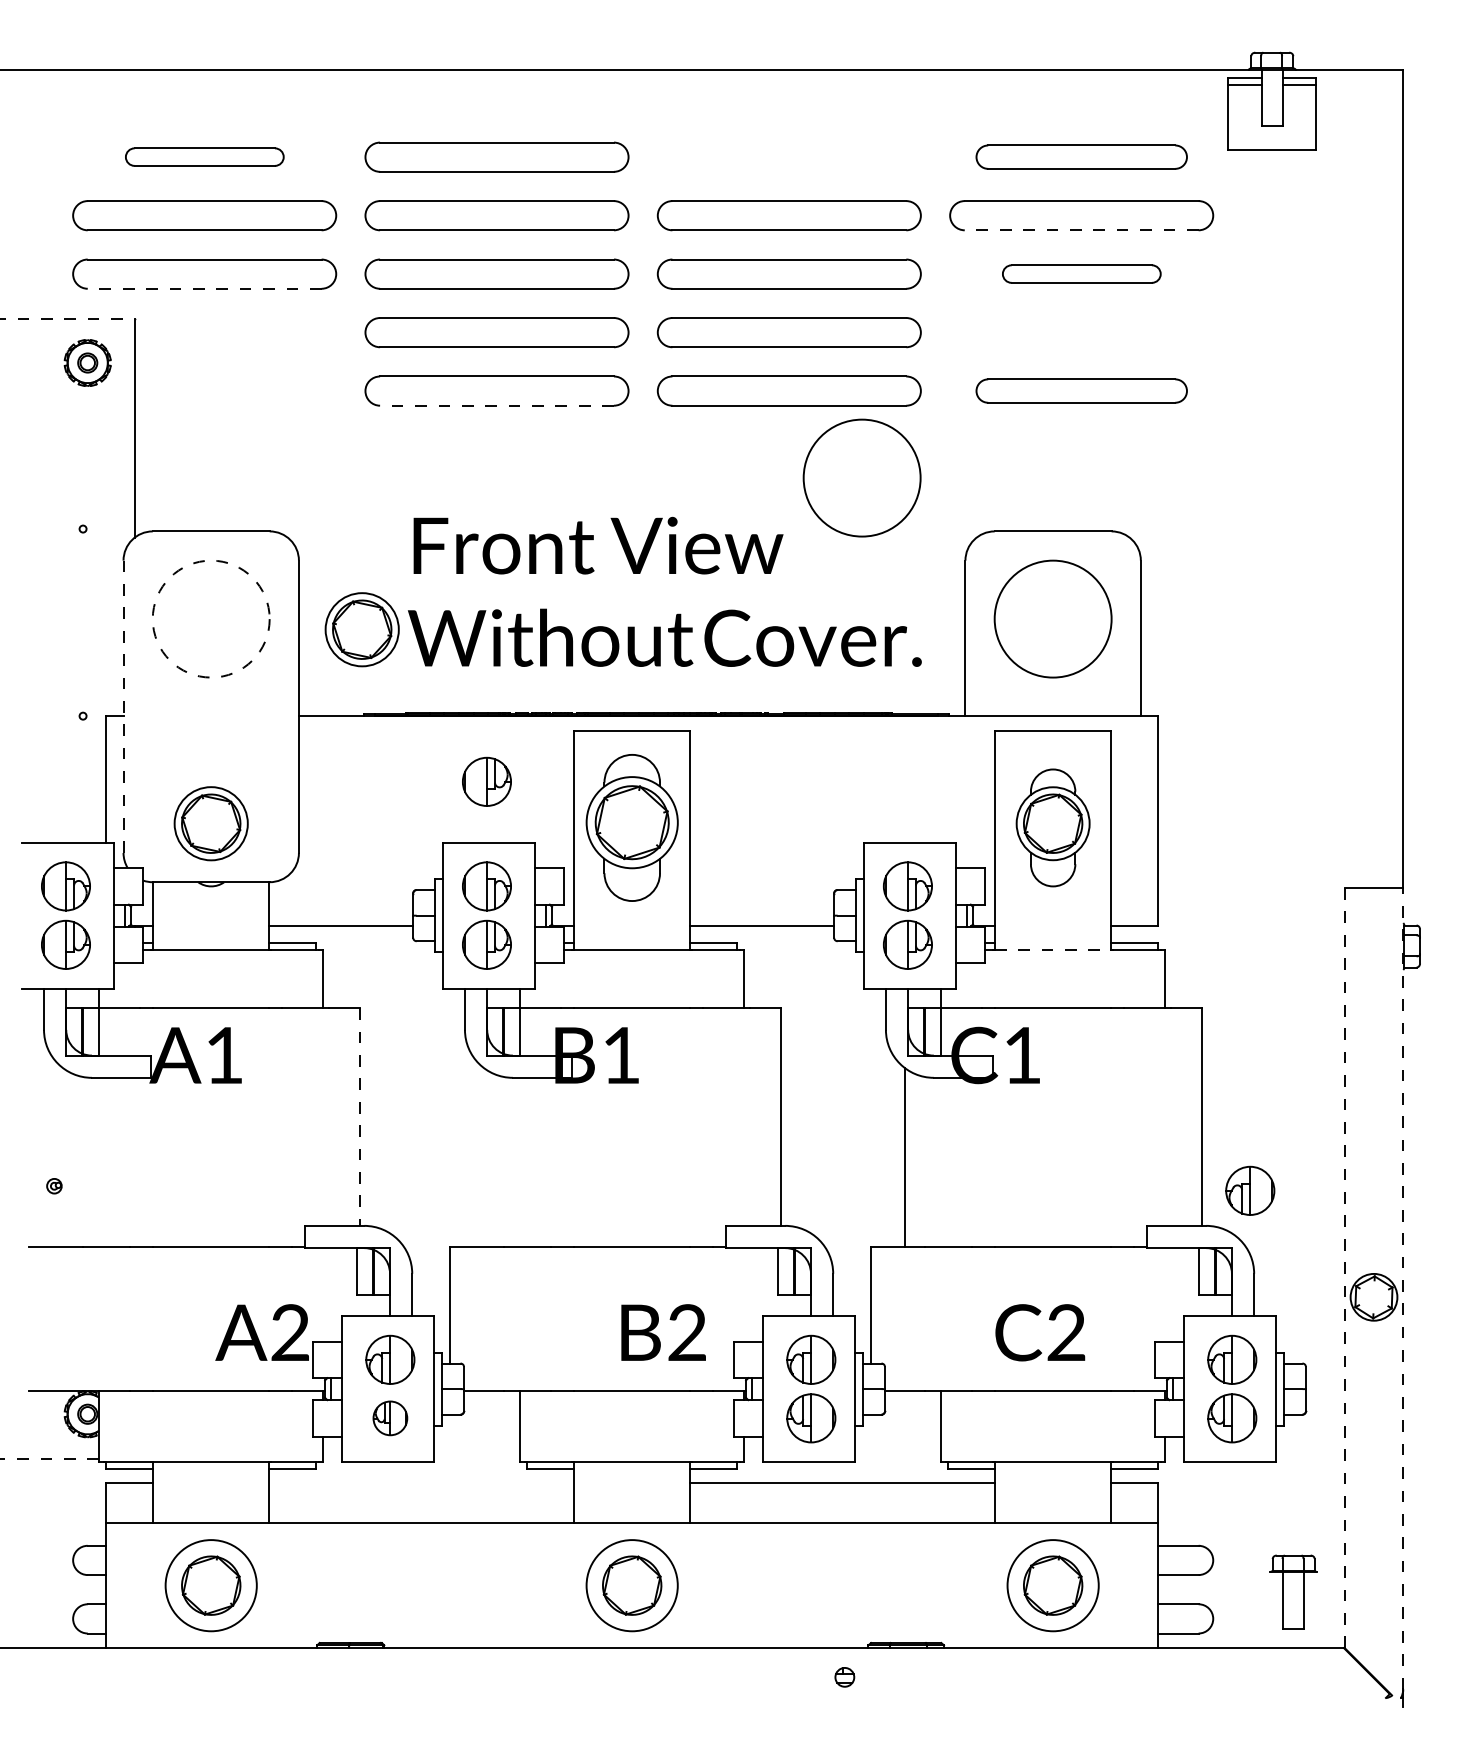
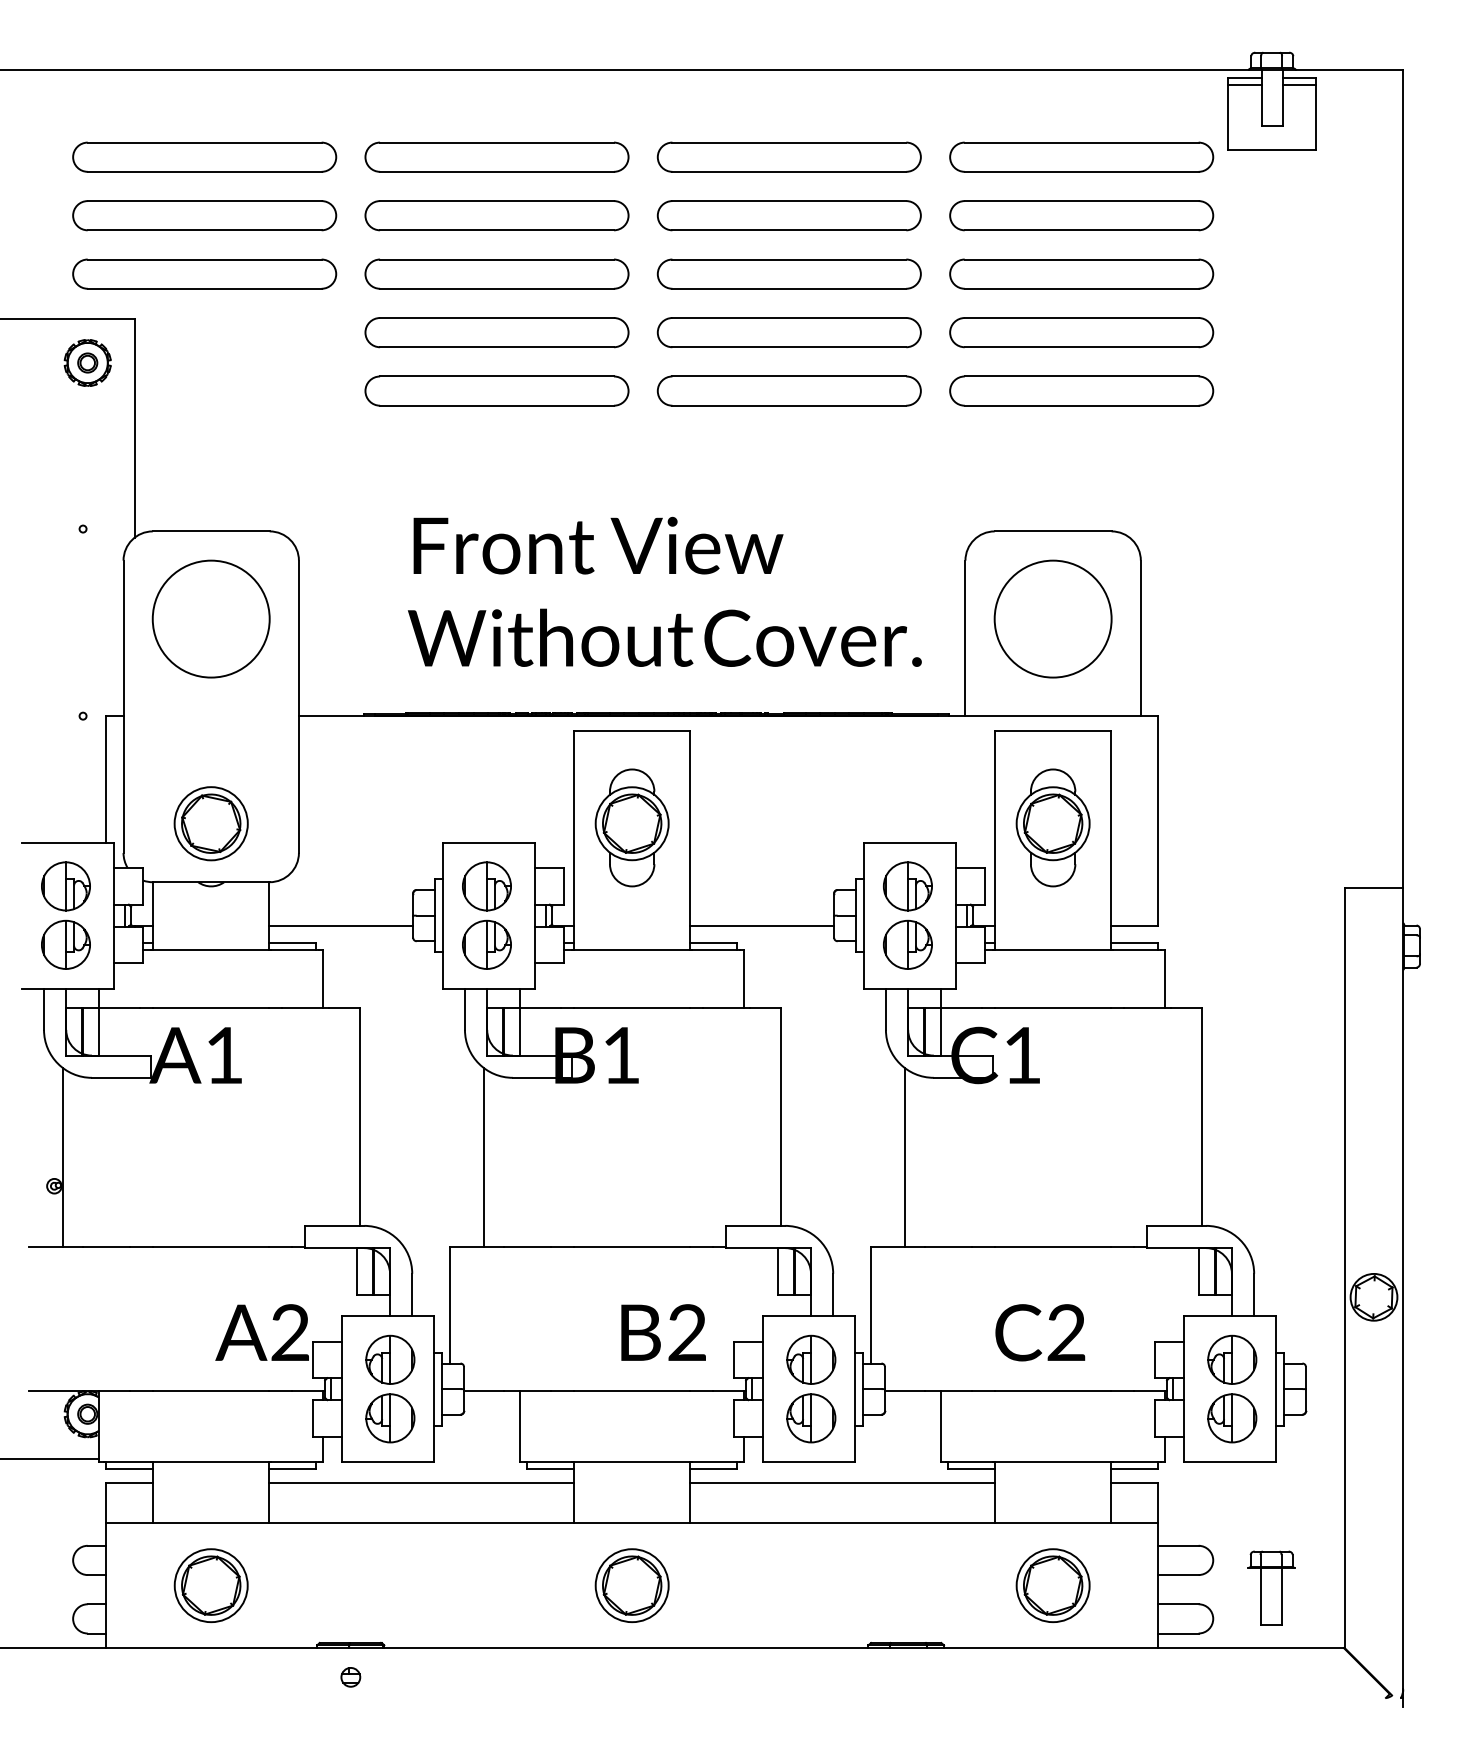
part at (204, 156) size: 160x20 px -> 266x32 px
part at (788, 156): none -> present
part at (1081, 156) size: 213x26 px -> 266x32 px
line at (1081, 230): dashed -> solid
part at (1081, 273) size: 160x20 px -> 266x32 px
line at (204, 288): dashed -> solid
line at (67, 318): dashed -> solid
part at (1081, 332): none -> present
part at (1081, 390) size: 213x26 px -> 266x32 px
line at (497, 405): dashed -> solid
circle at (861, 477): present -> none
circle at (210, 618): dashed -> solid
part at (361, 629): present -> none
line at (123, 706): dashed -> solid
part at (486, 781): present -> none
part at (631, 827) size: 94x148 px -> 76x120 px
line at (1053, 949): dashed -> solid
line at (359, 1117): dashed -> solid
line at (62, 1157): none -> present
line at (483, 1157): none -> present
part at (1250, 1190): present -> none
line at (1344, 1267): dashed -> solid
line at (1403, 1288): dashed -> solid
part at (390, 1418) size: 37x37 px -> 51x51 px
line at (49, 1458): dashed -> solid
line at (421, 1483): none -> present
circle at (210, 1585) diameter: 91 px -> 73 px
circle at (631, 1585) diameter: 91 px -> 73 px
circle at (1052, 1585) diameter: 91 px -> 73 px
part at (1293, 1591) position: (1293, 1591) -> (1271, 1587)
part at (844, 1677) position: (844, 1677) -> (350, 1677)
